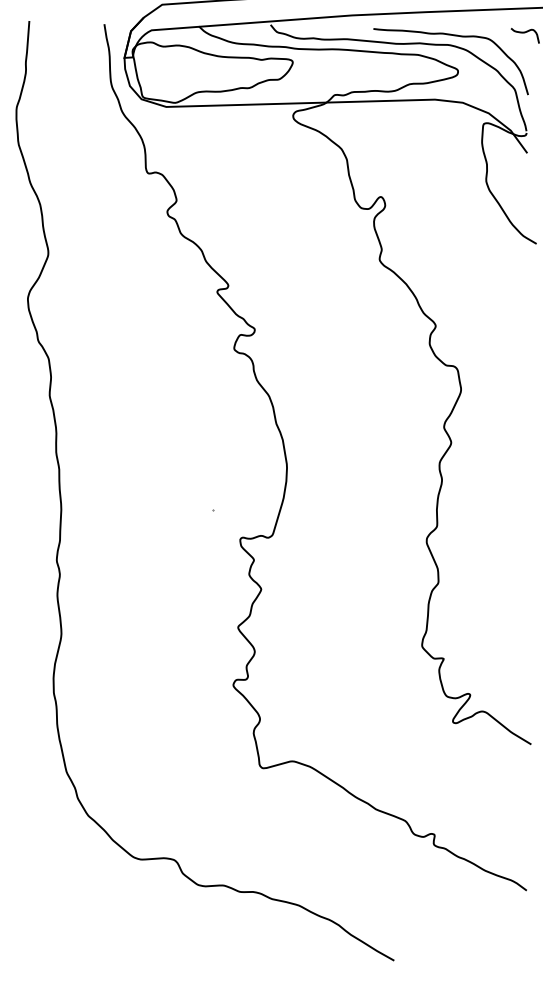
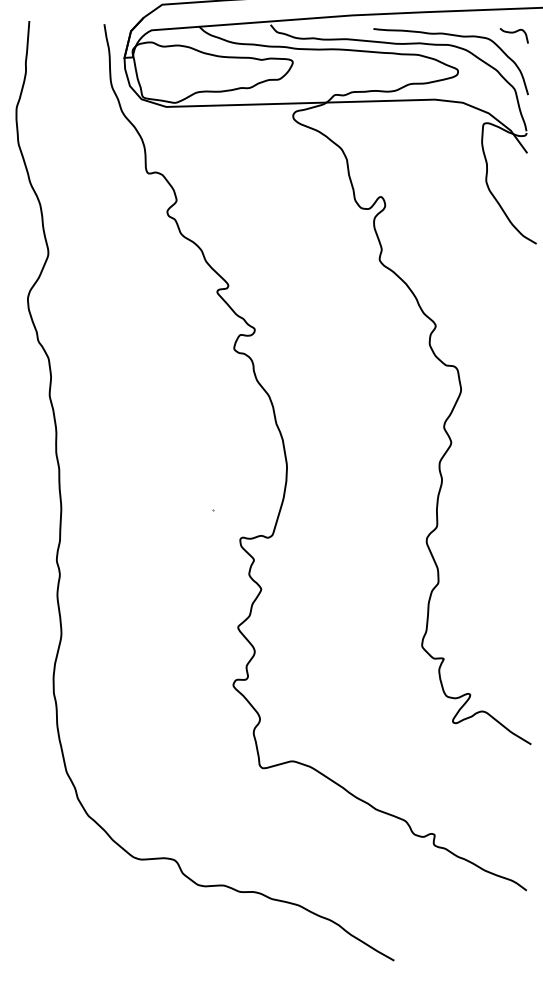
curve at (524, 33) position: (524, 33) -> (513, 33)
